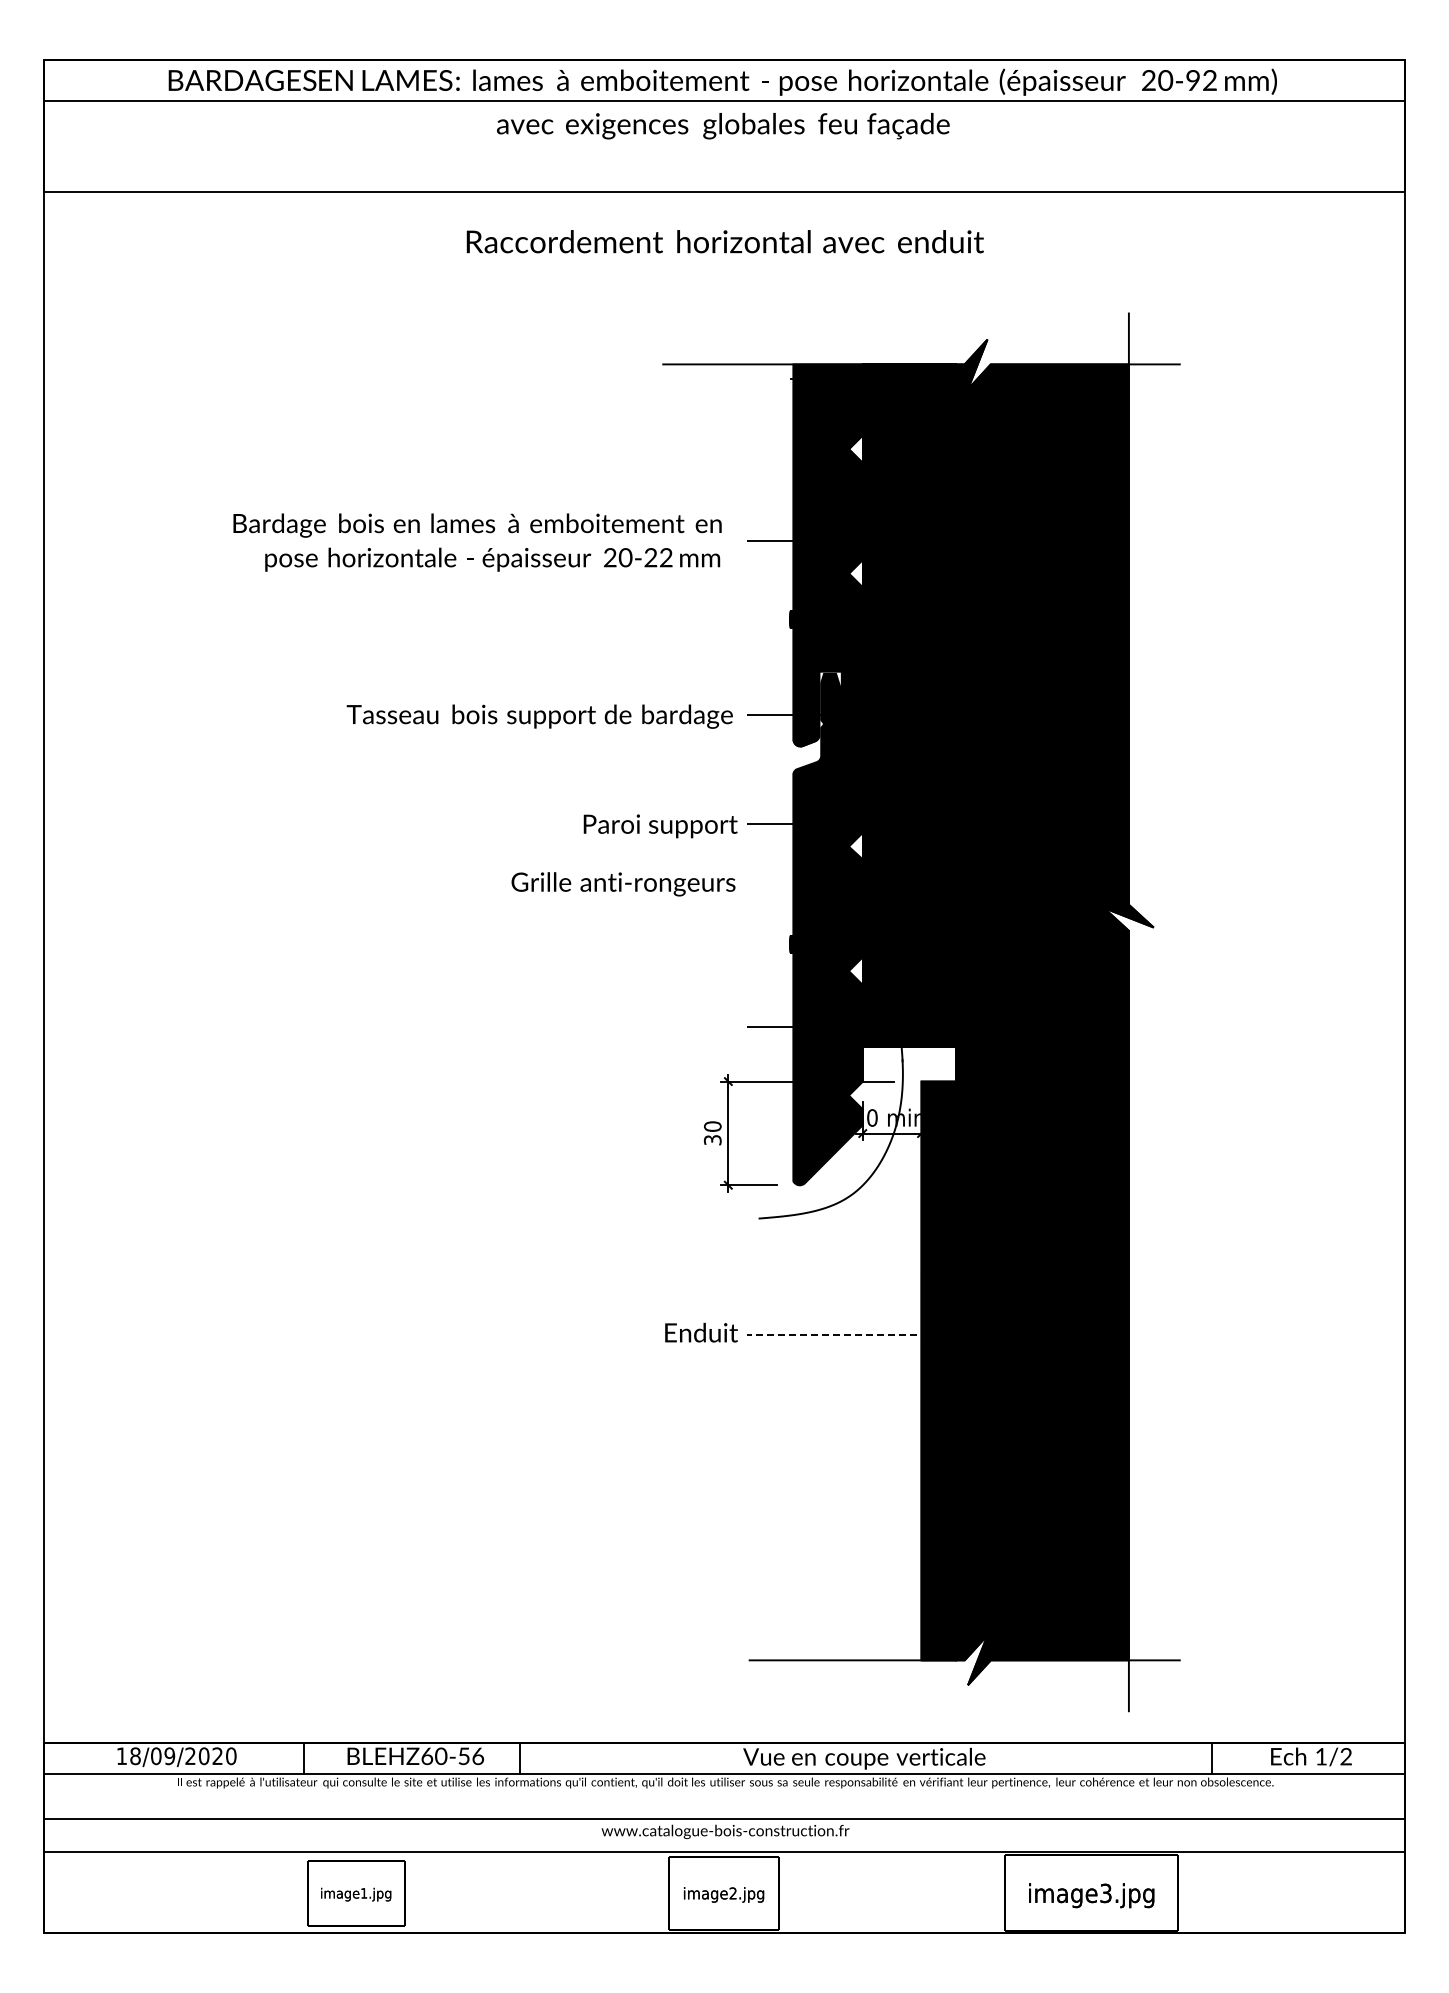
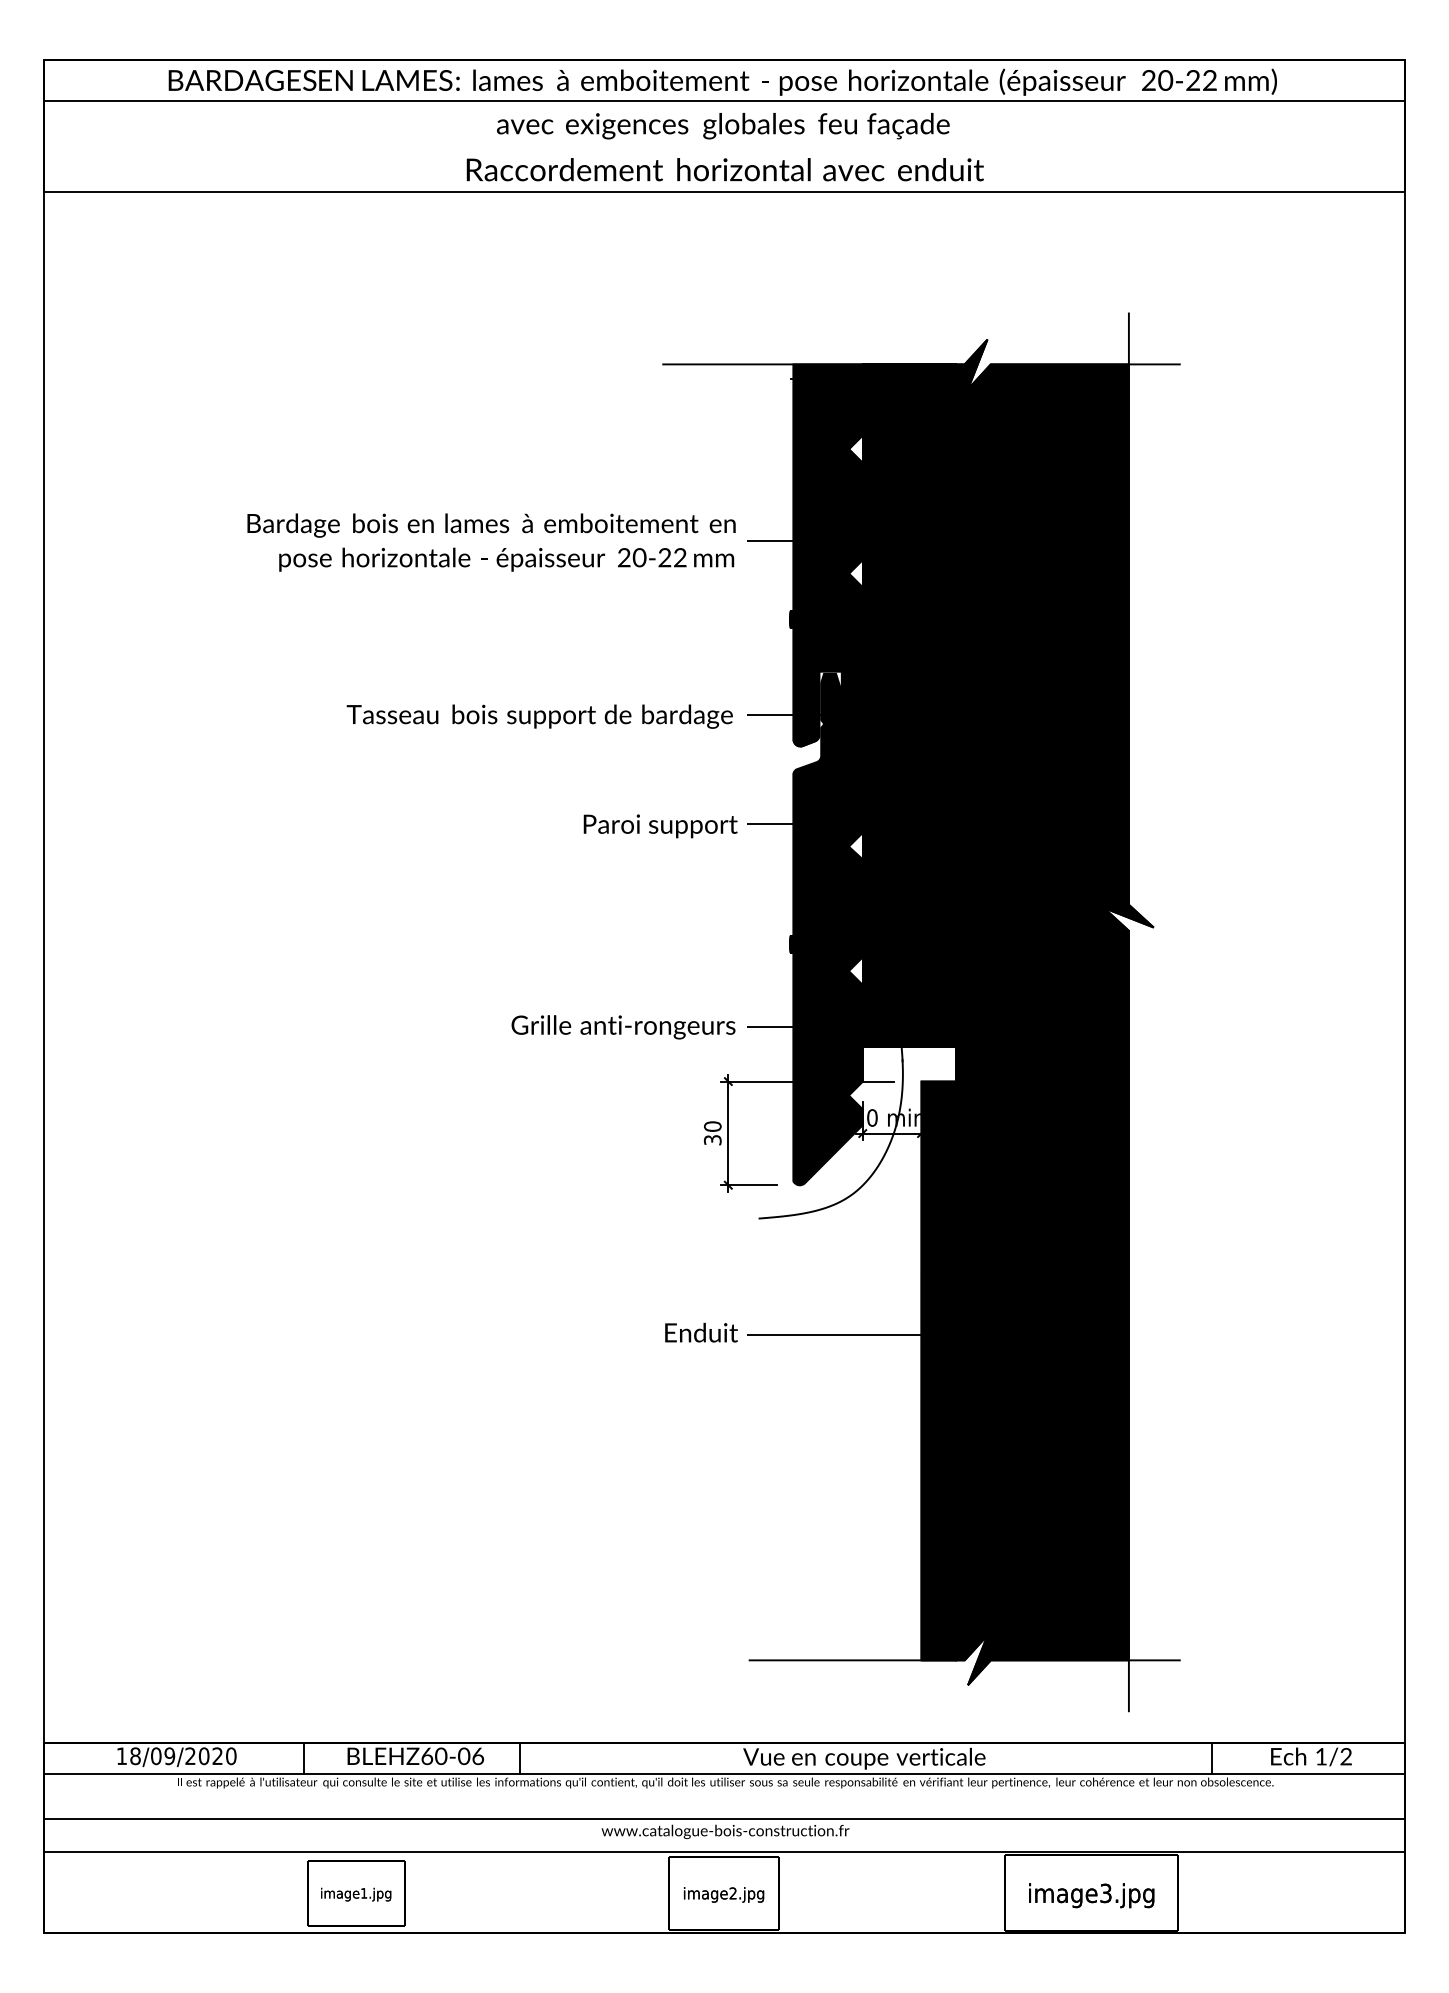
text at (1192, 80): 20-92 -> 20-22
text at (724, 241) position: (724, 241) -> (724, 169)
text at (477, 542) position: (477, 542) -> (491, 542)
text at (623, 884) position: (623, 884) -> (623, 1027)
line at (842, 1334): dashed -> solid
text at (464, 1756): \c16711848;BLEHZ60-56 -> \c16711848;BLEHZ60-06
